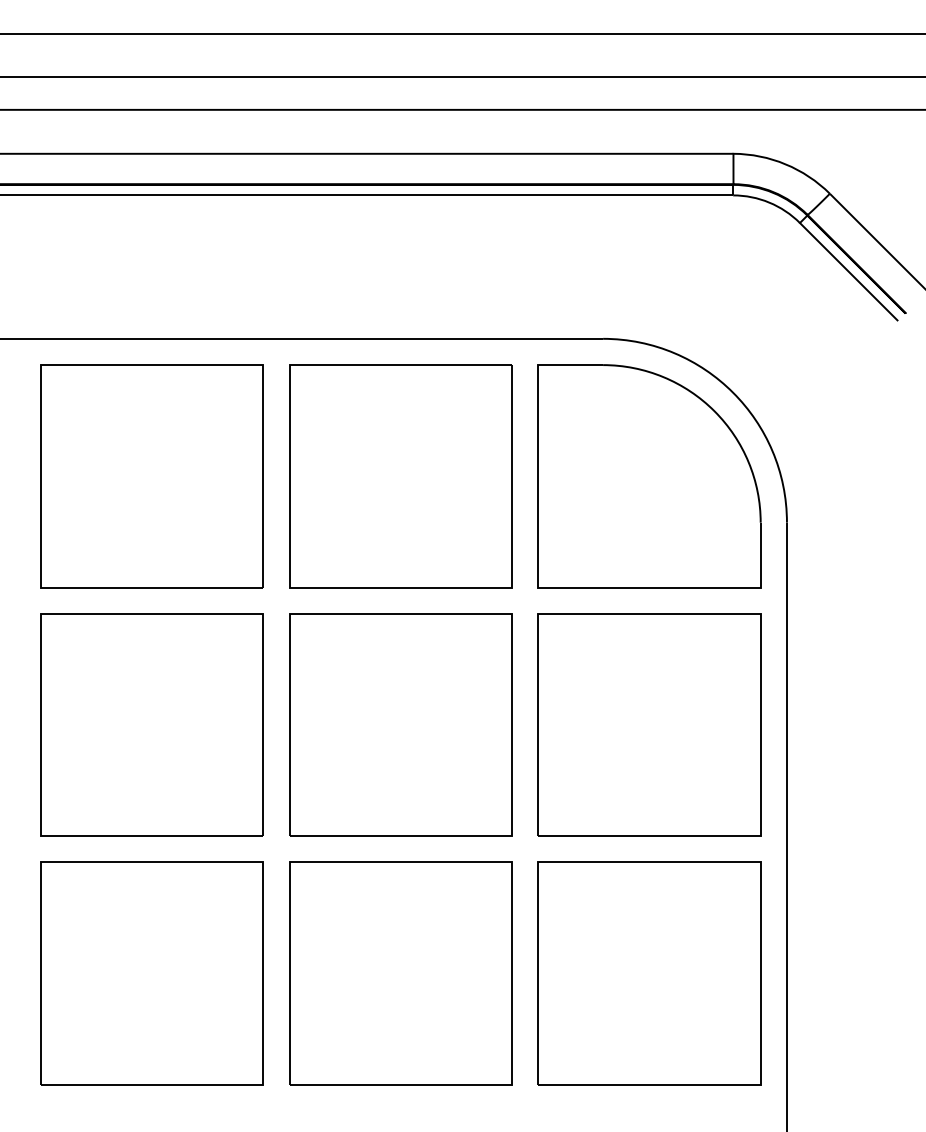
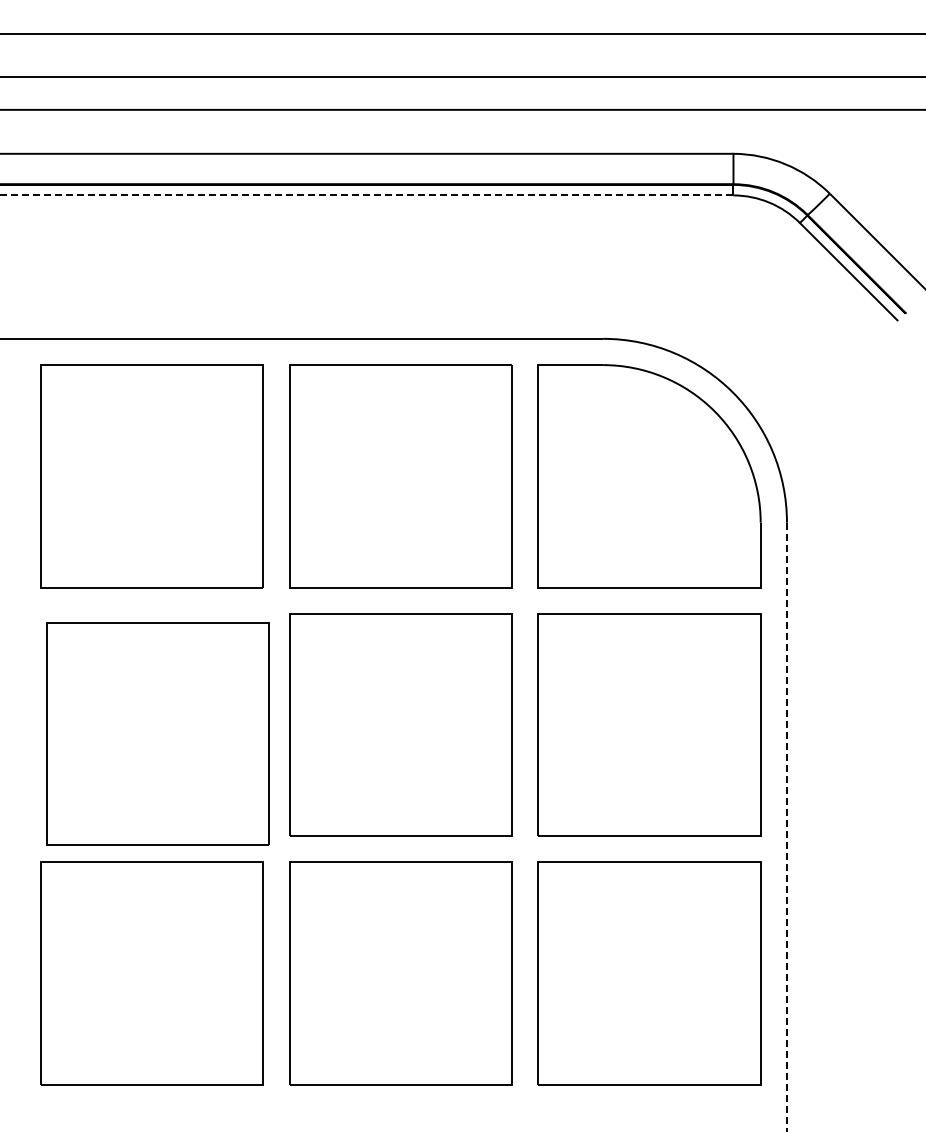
line at (366, 195): solid -> dashed
part at (151, 724) position: (151, 724) -> (157, 733)
line at (786, 827): solid -> dashed
